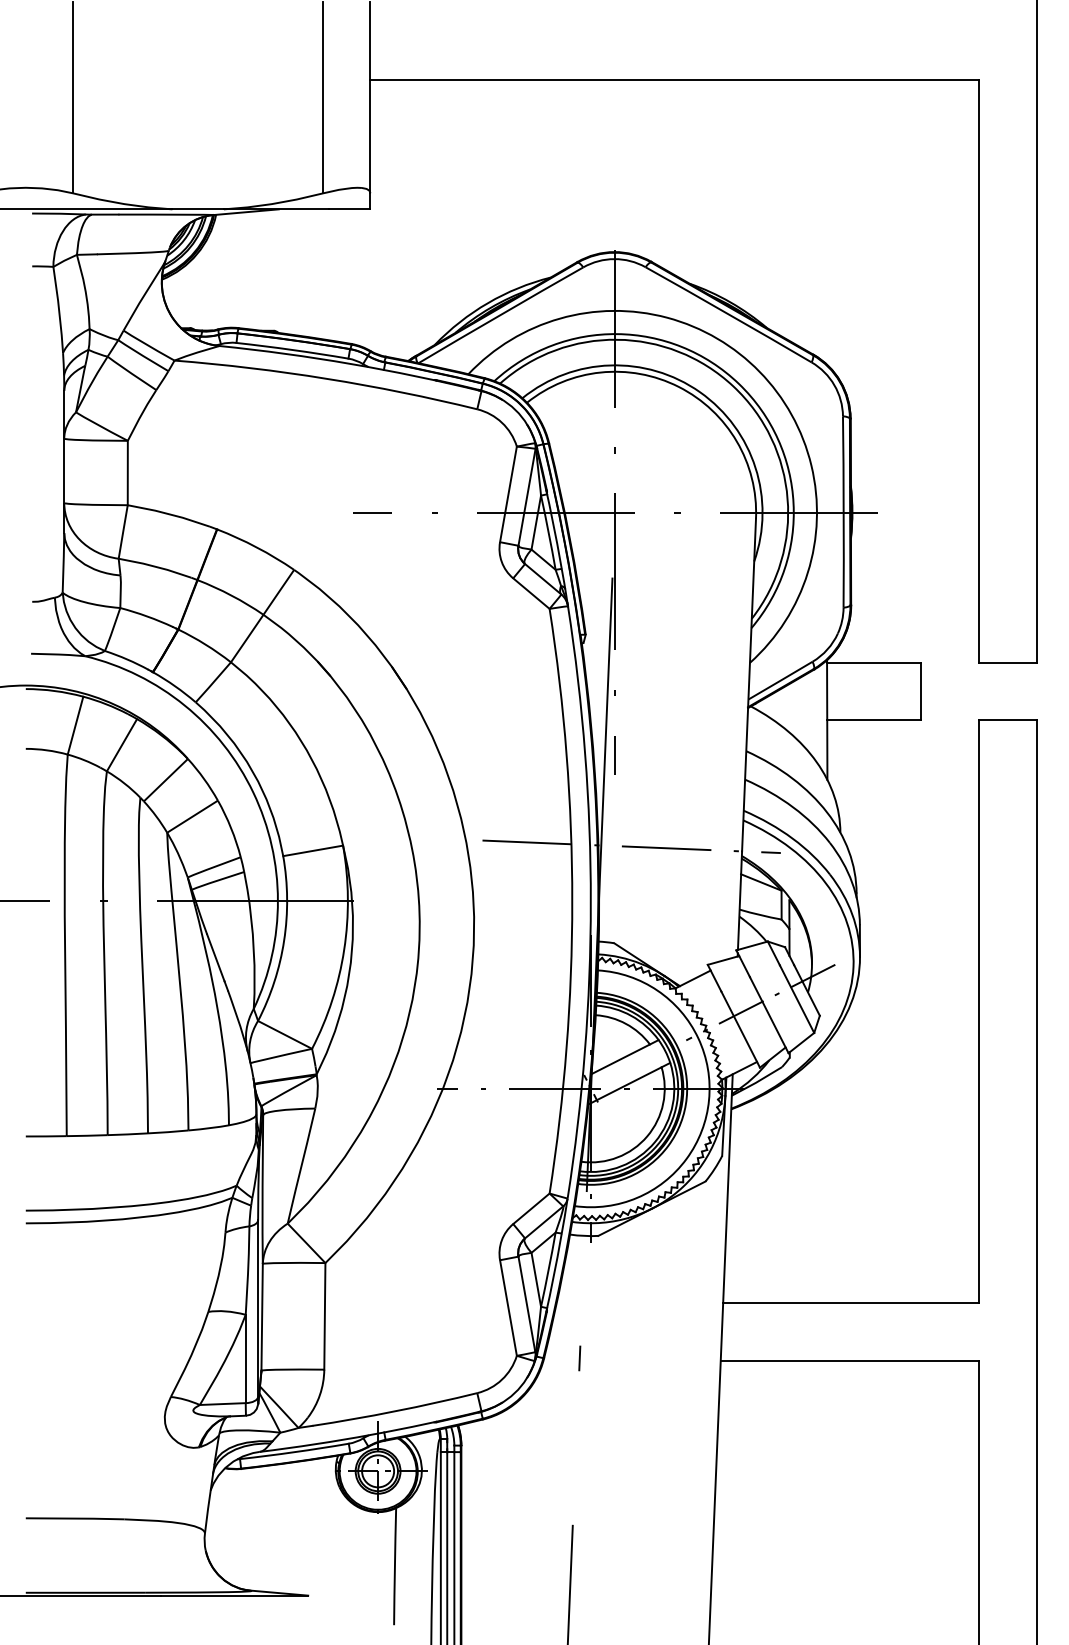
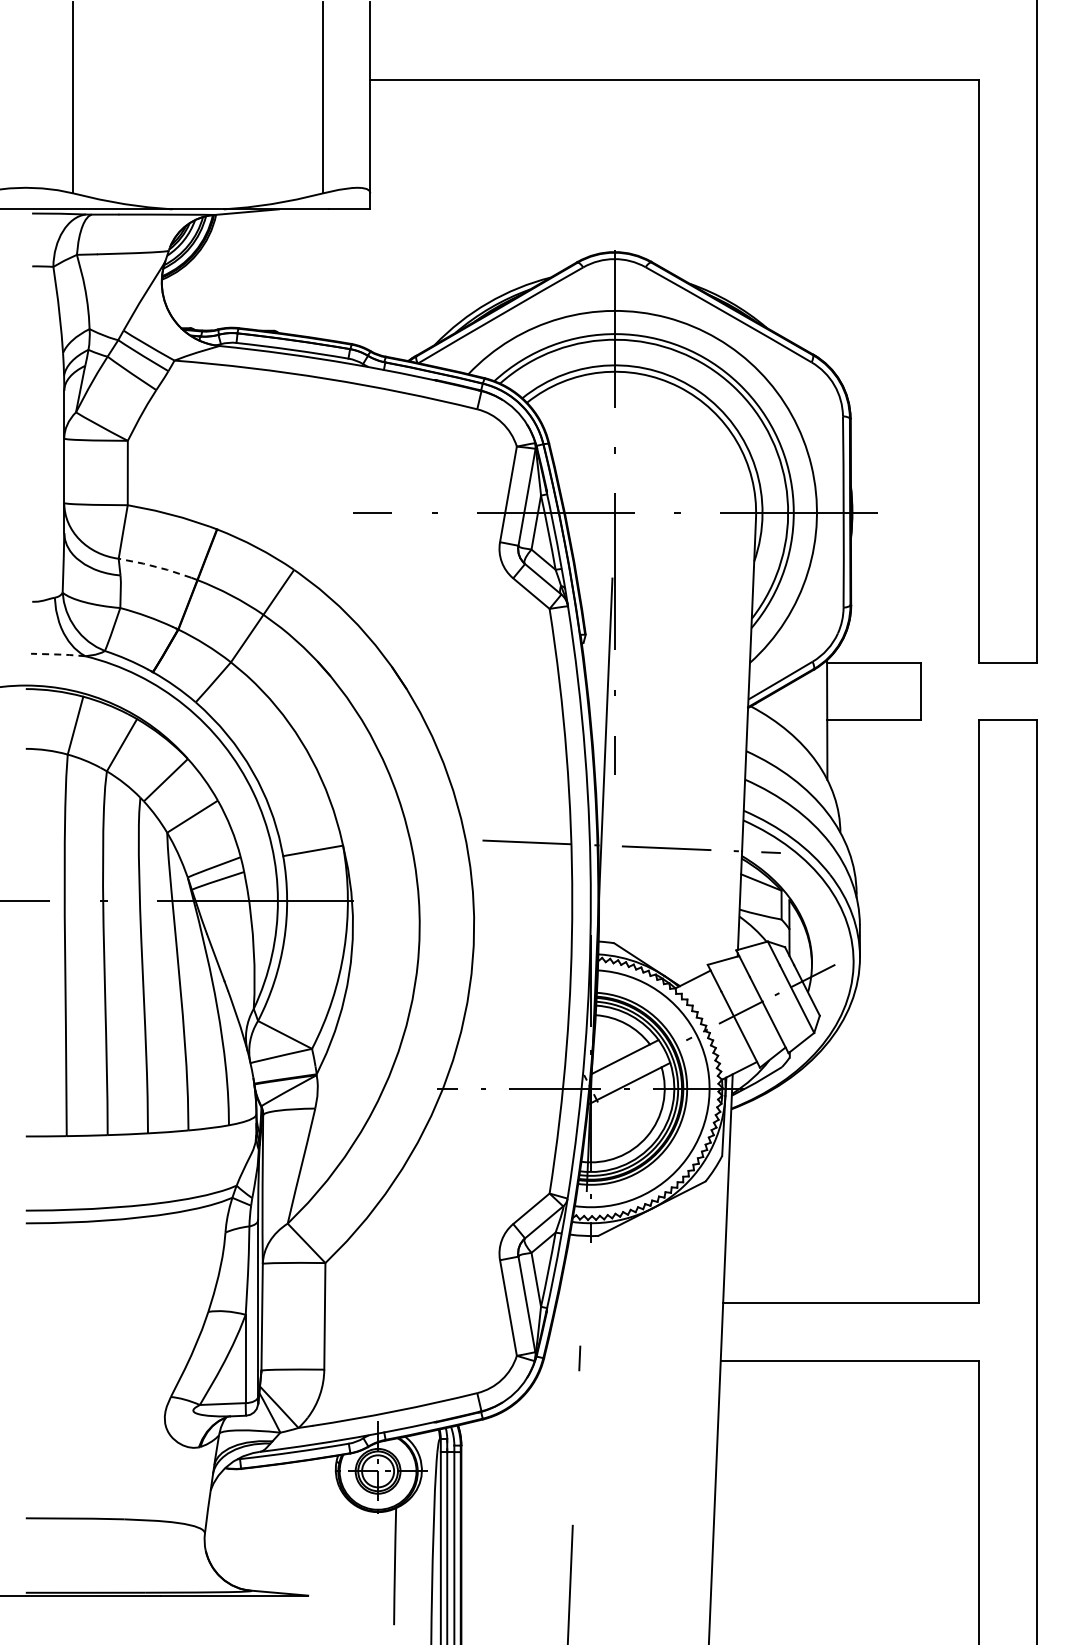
line at (155, 566): solid -> dashed
line at (59, 654): solid -> dashed
